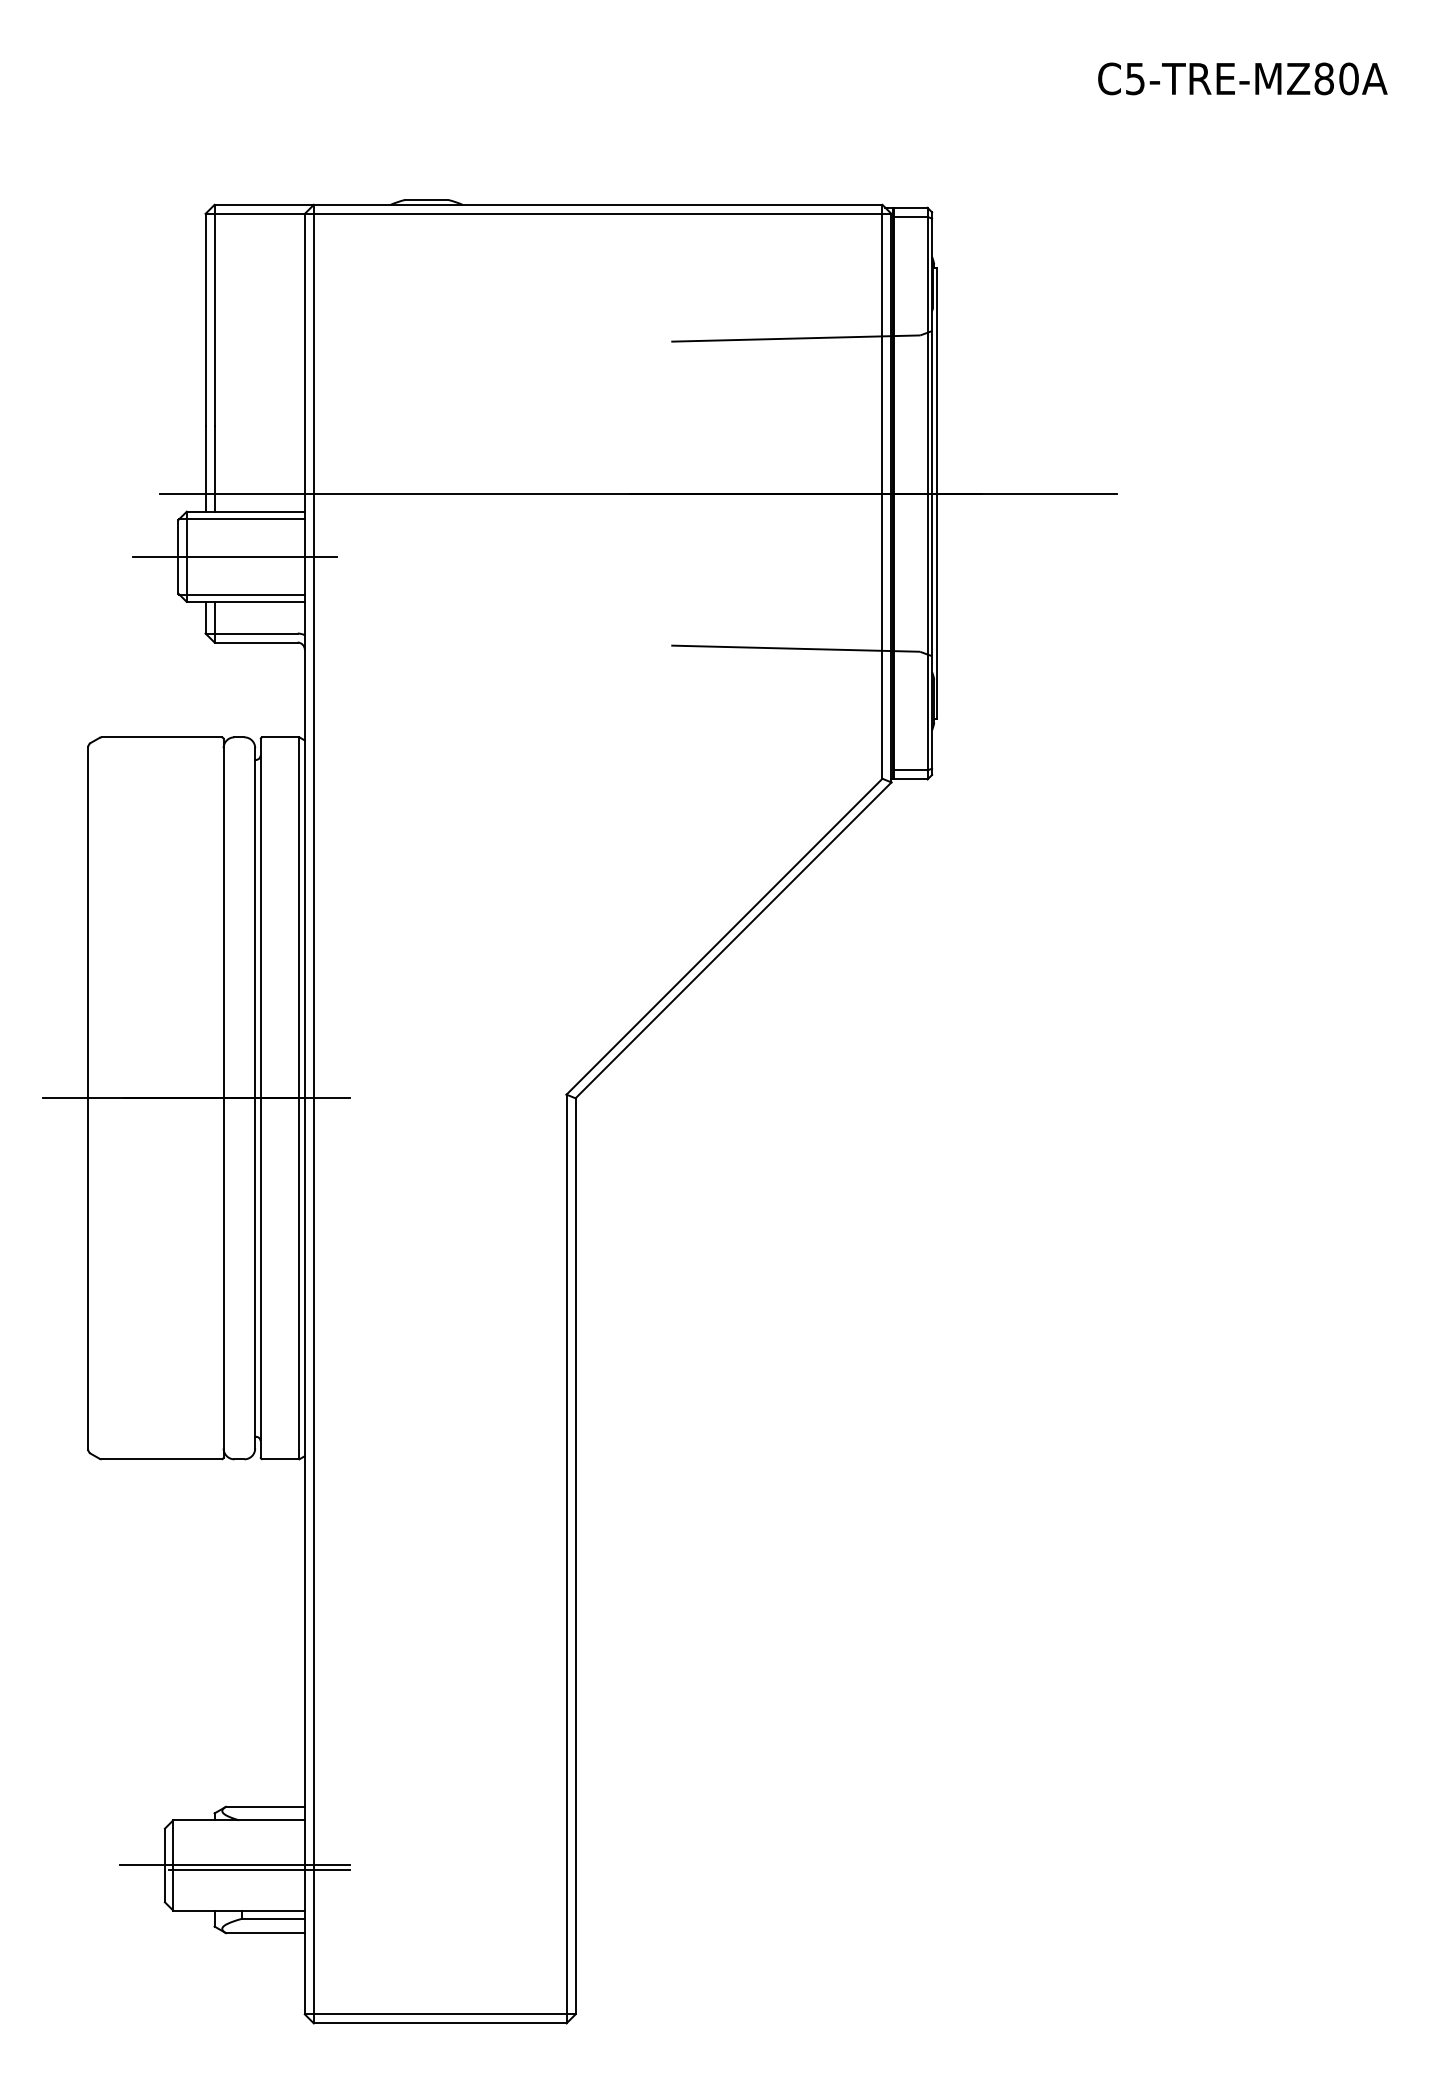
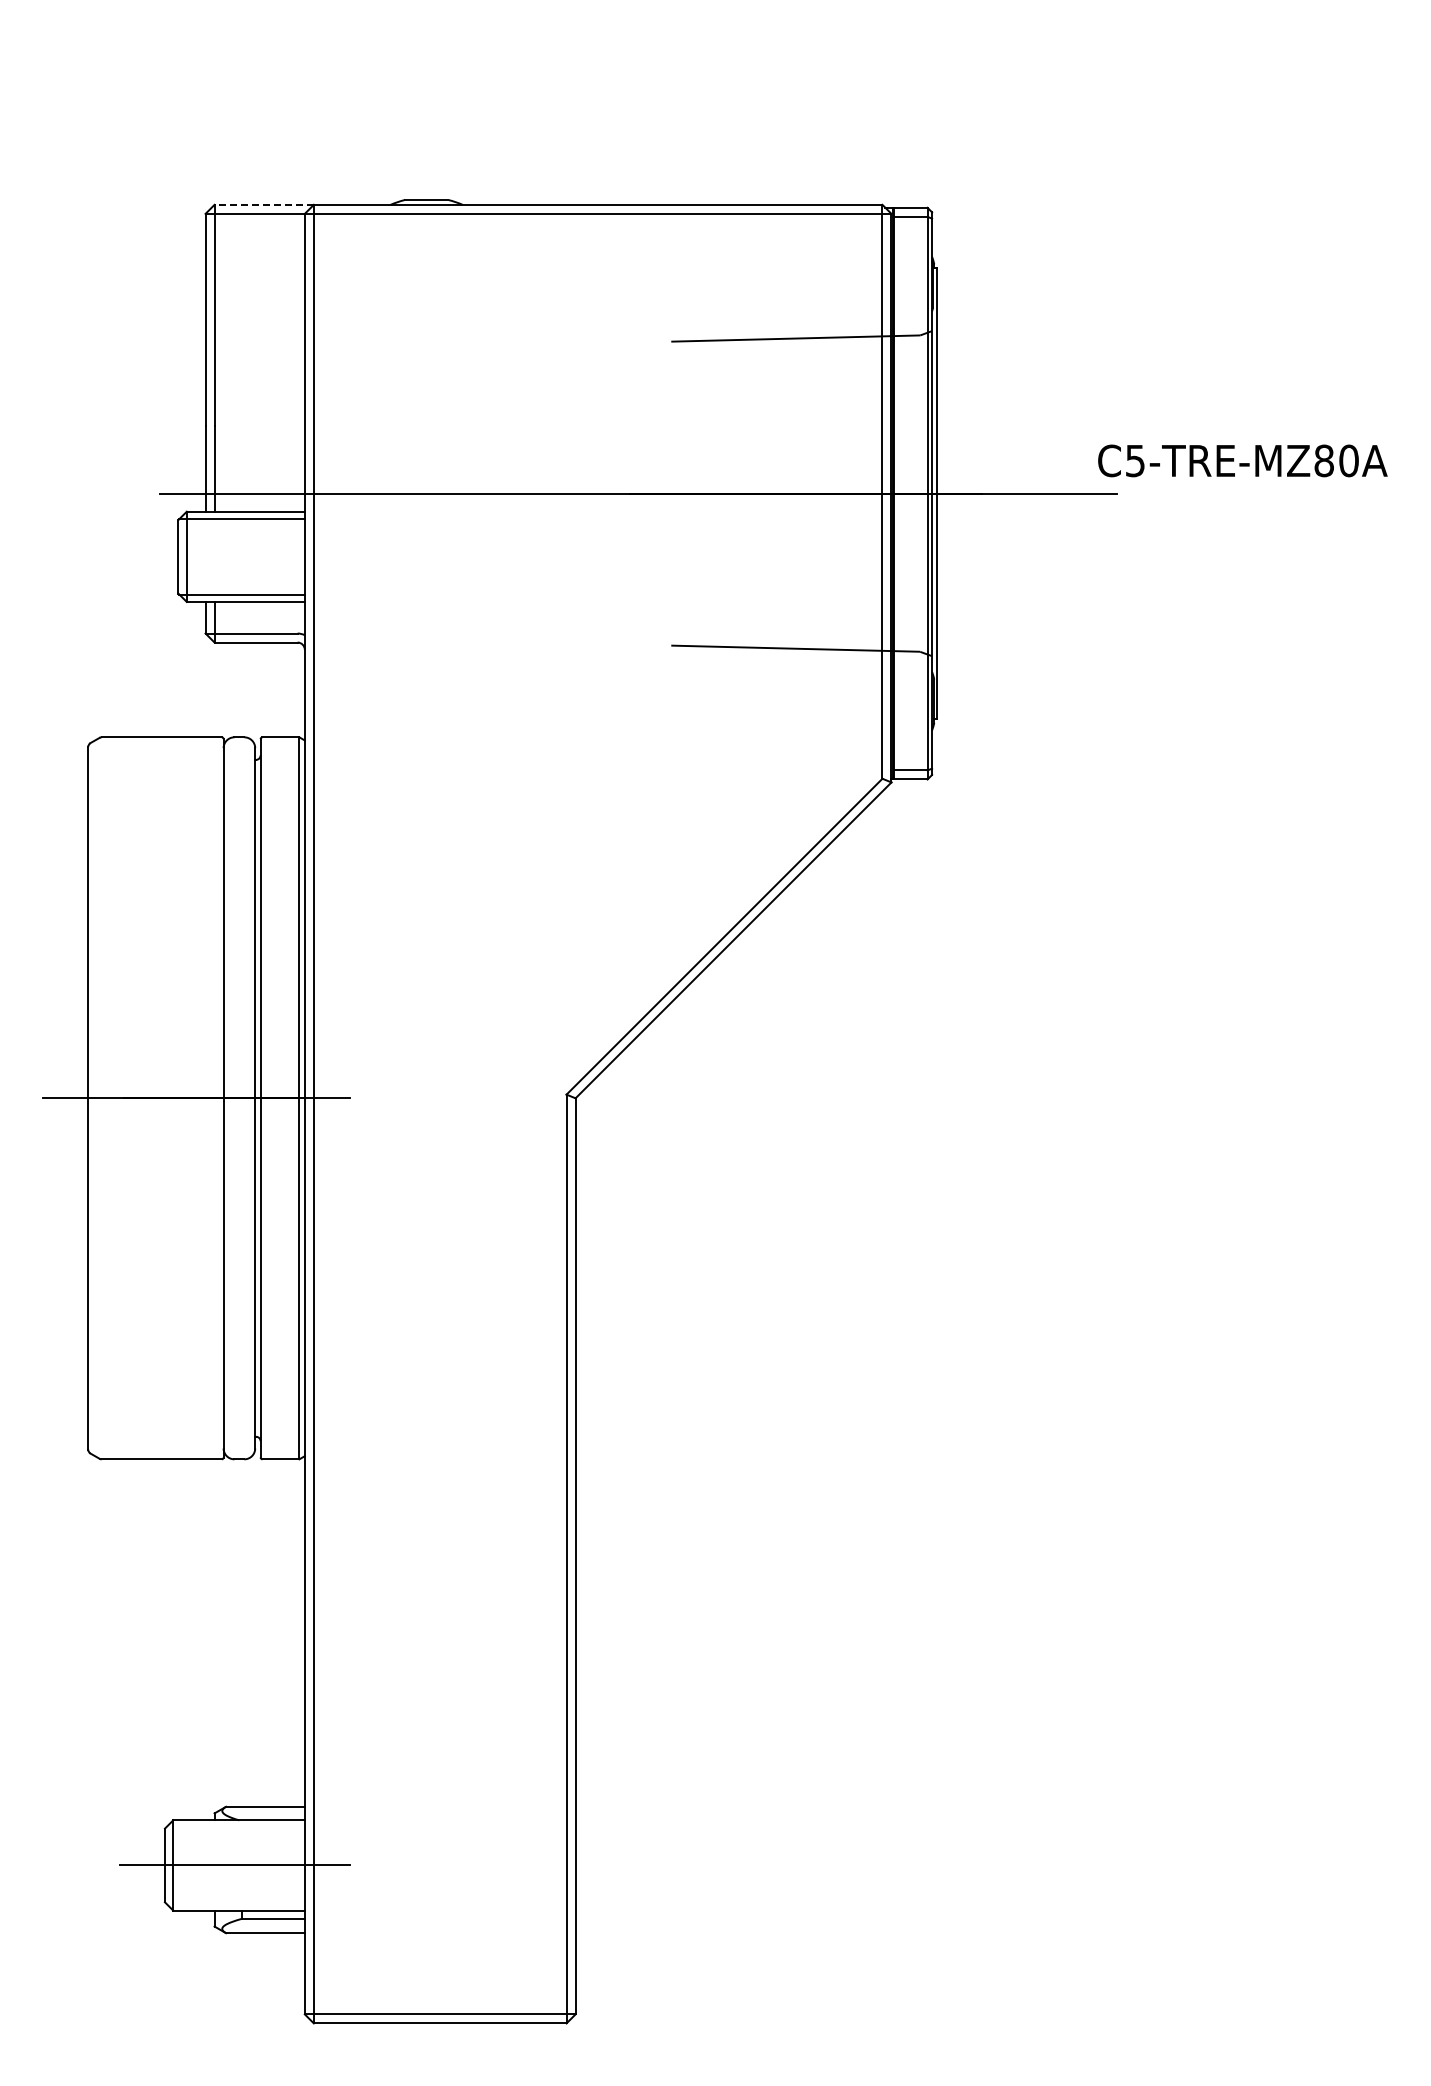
text at (1242, 78) position: (1242, 78) -> (1242, 460)
line at (264, 204): solid -> dashed
line at (234, 556): present -> none
line at (259, 1869): present -> none
